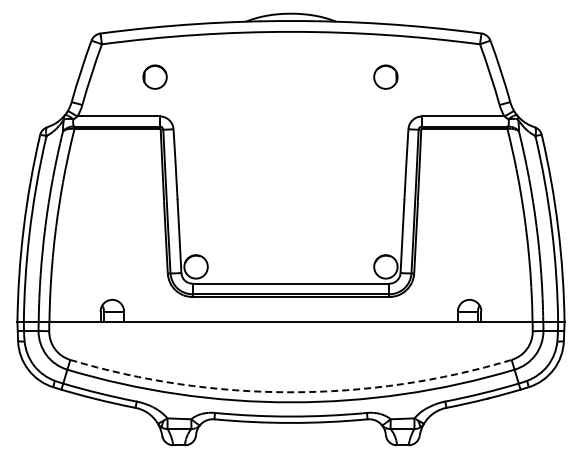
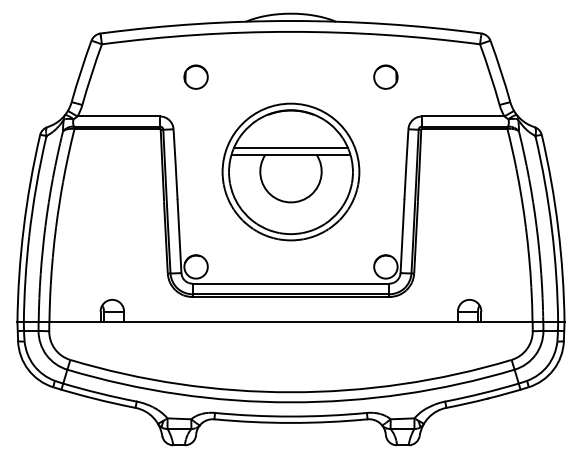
circle at (154, 76) position: (154, 76) -> (195, 76)
part at (290, 171): none -> present
arc at (290, 392): dashed -> solid
